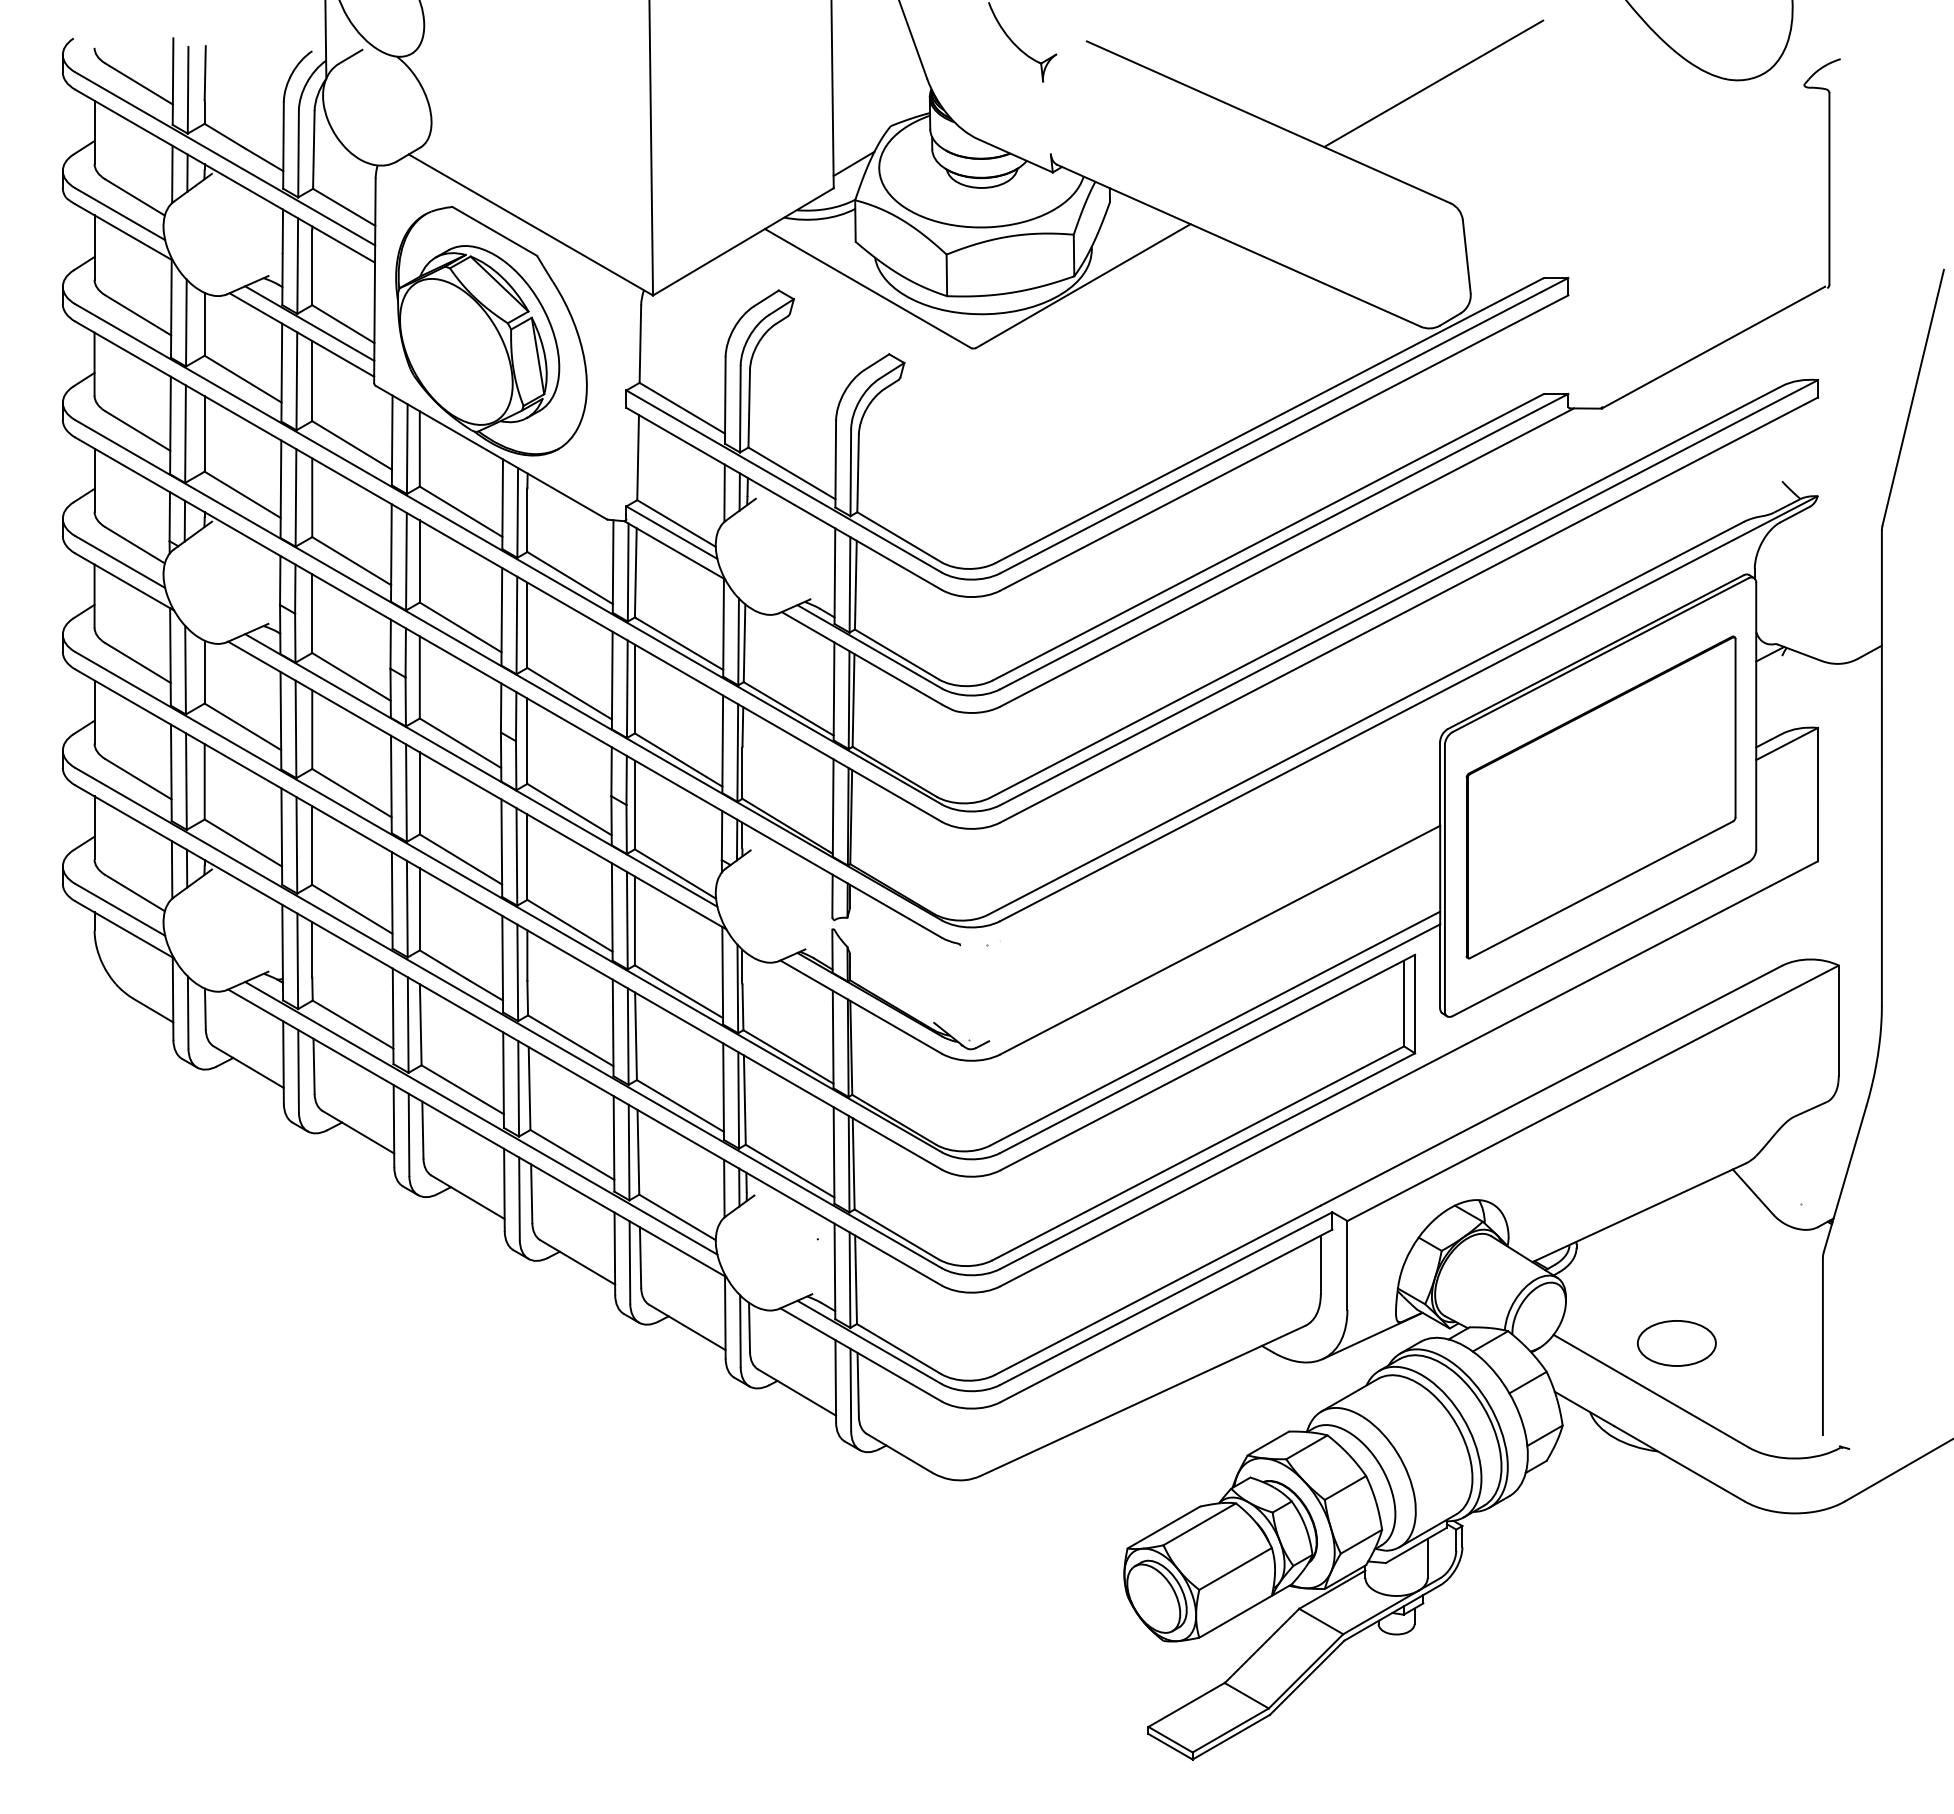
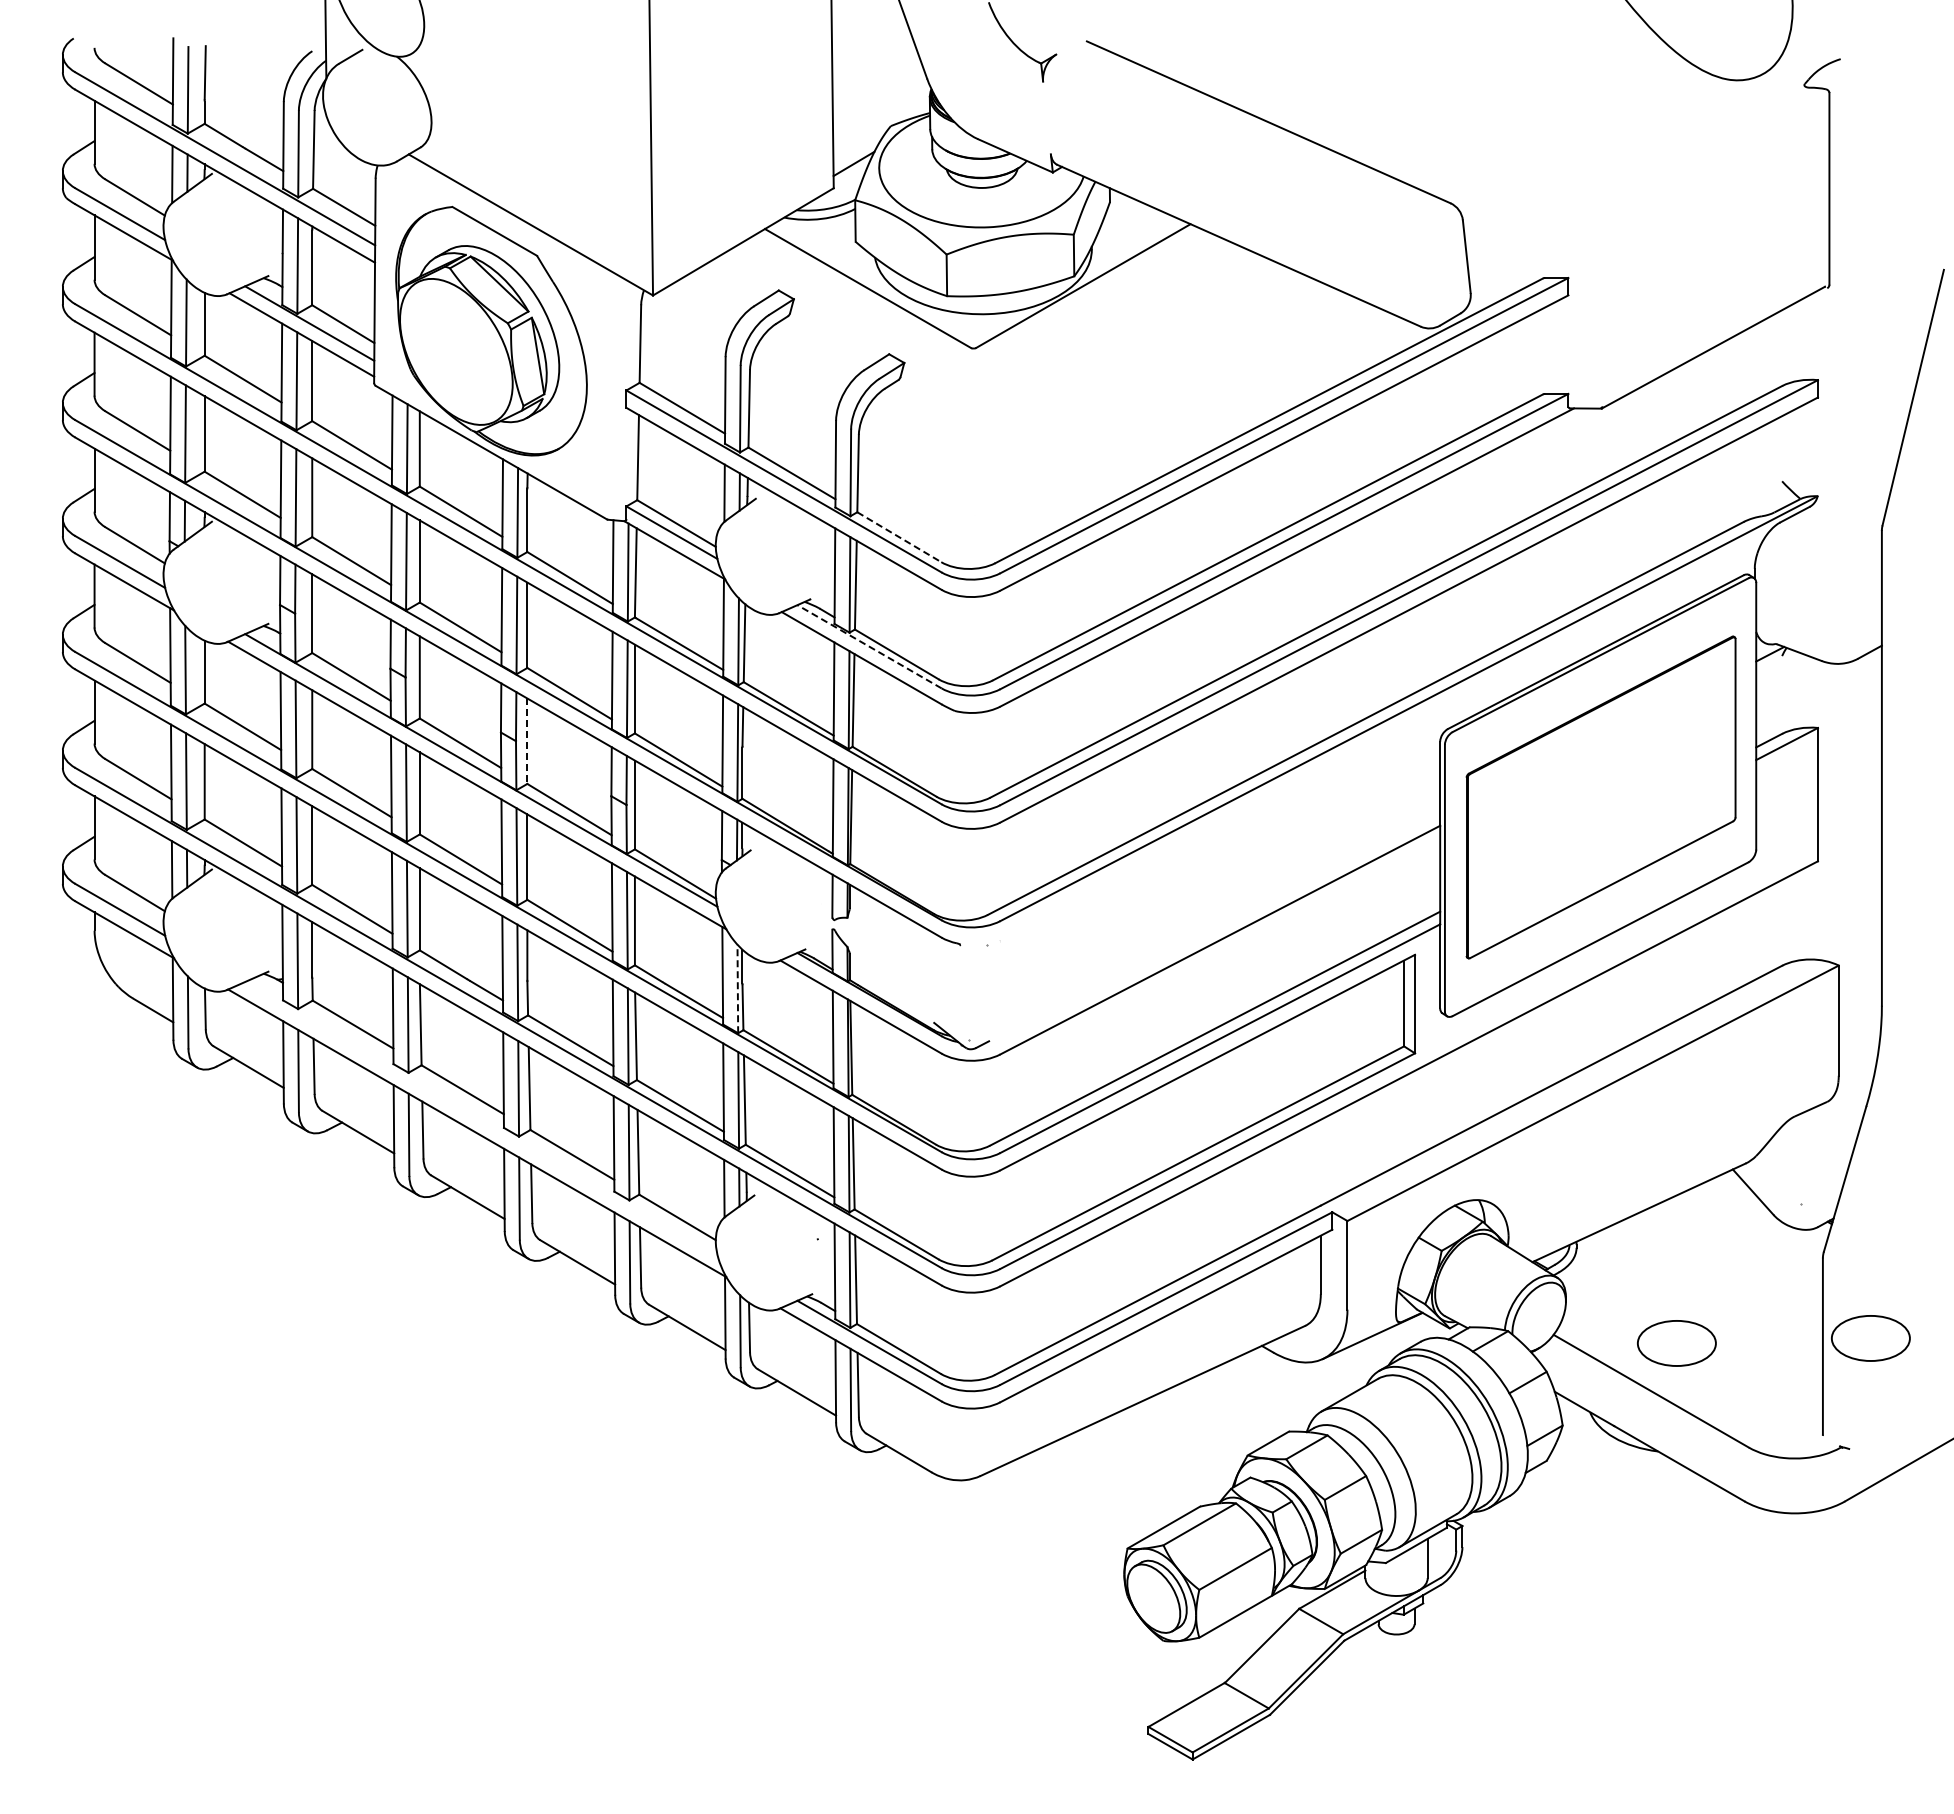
line at (1433, 83): present -> none
line at (899, 537): solid -> dashed
line at (869, 646): solid -> dashed
line at (527, 741): solid -> dashed
line at (737, 988): solid -> dashed
line at (481, 1117): present -> none
part at (1870, 1338): none -> present
